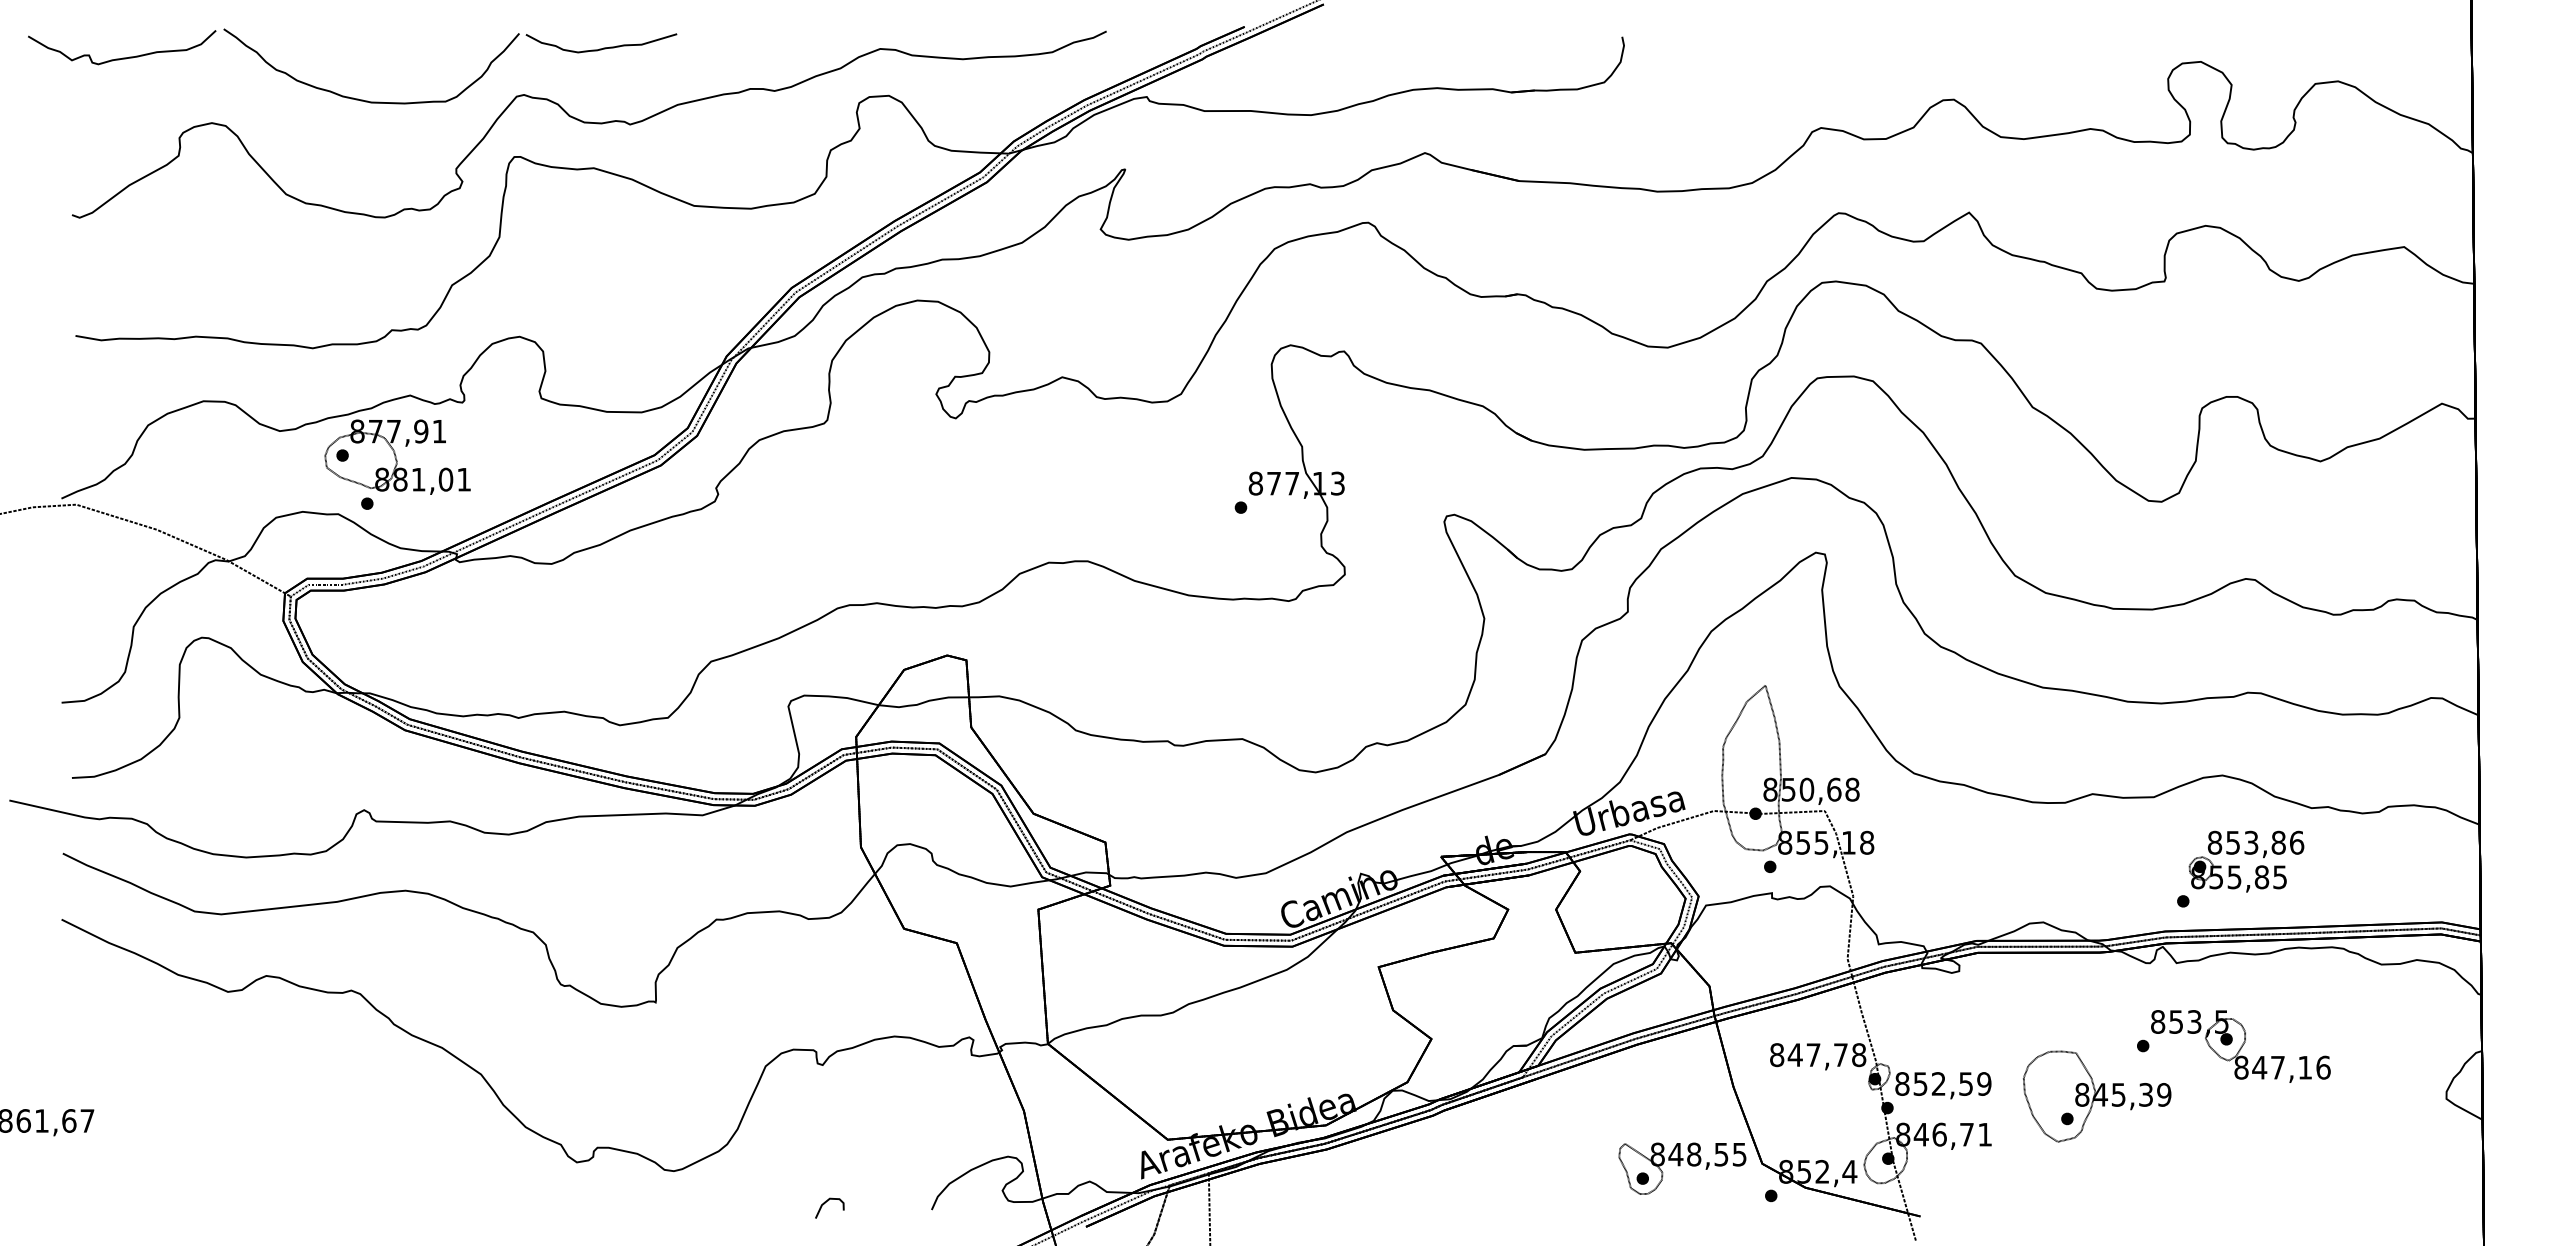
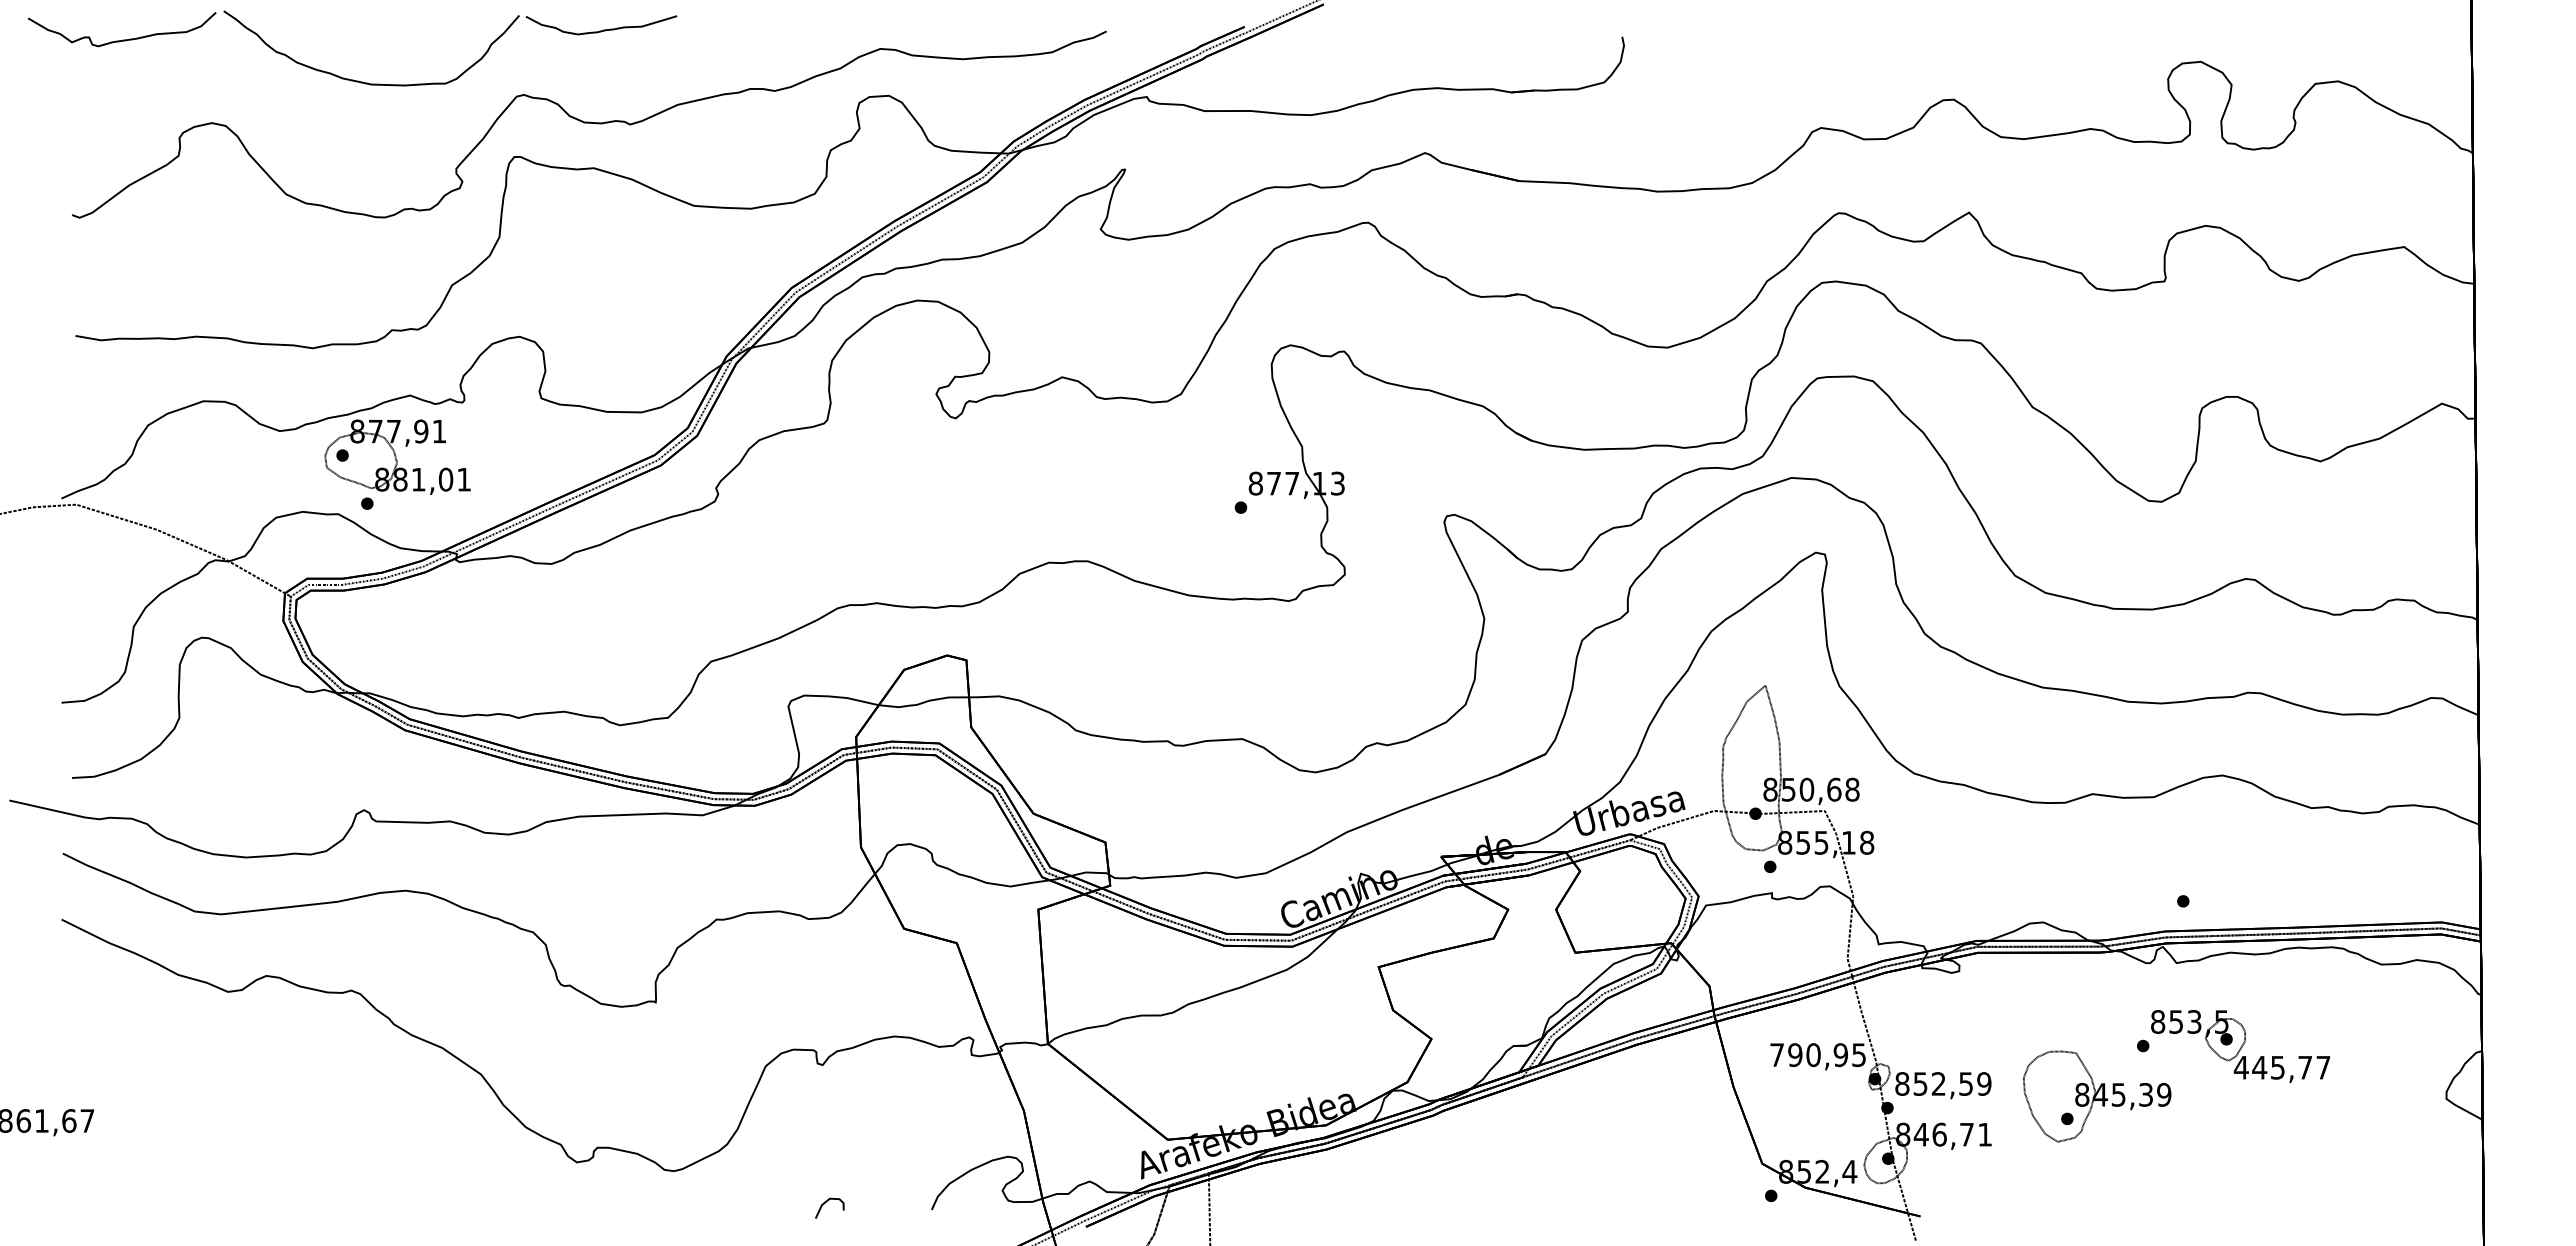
part at (344, 95) position: (344, 95) -> (344, 77)
part at (2246, 854): present -> none
text at (1818, 1055): 847,78 -> 790,95
text at (2281, 1067): 847,16 -> 445,77
part at (1682, 1168): present -> none
